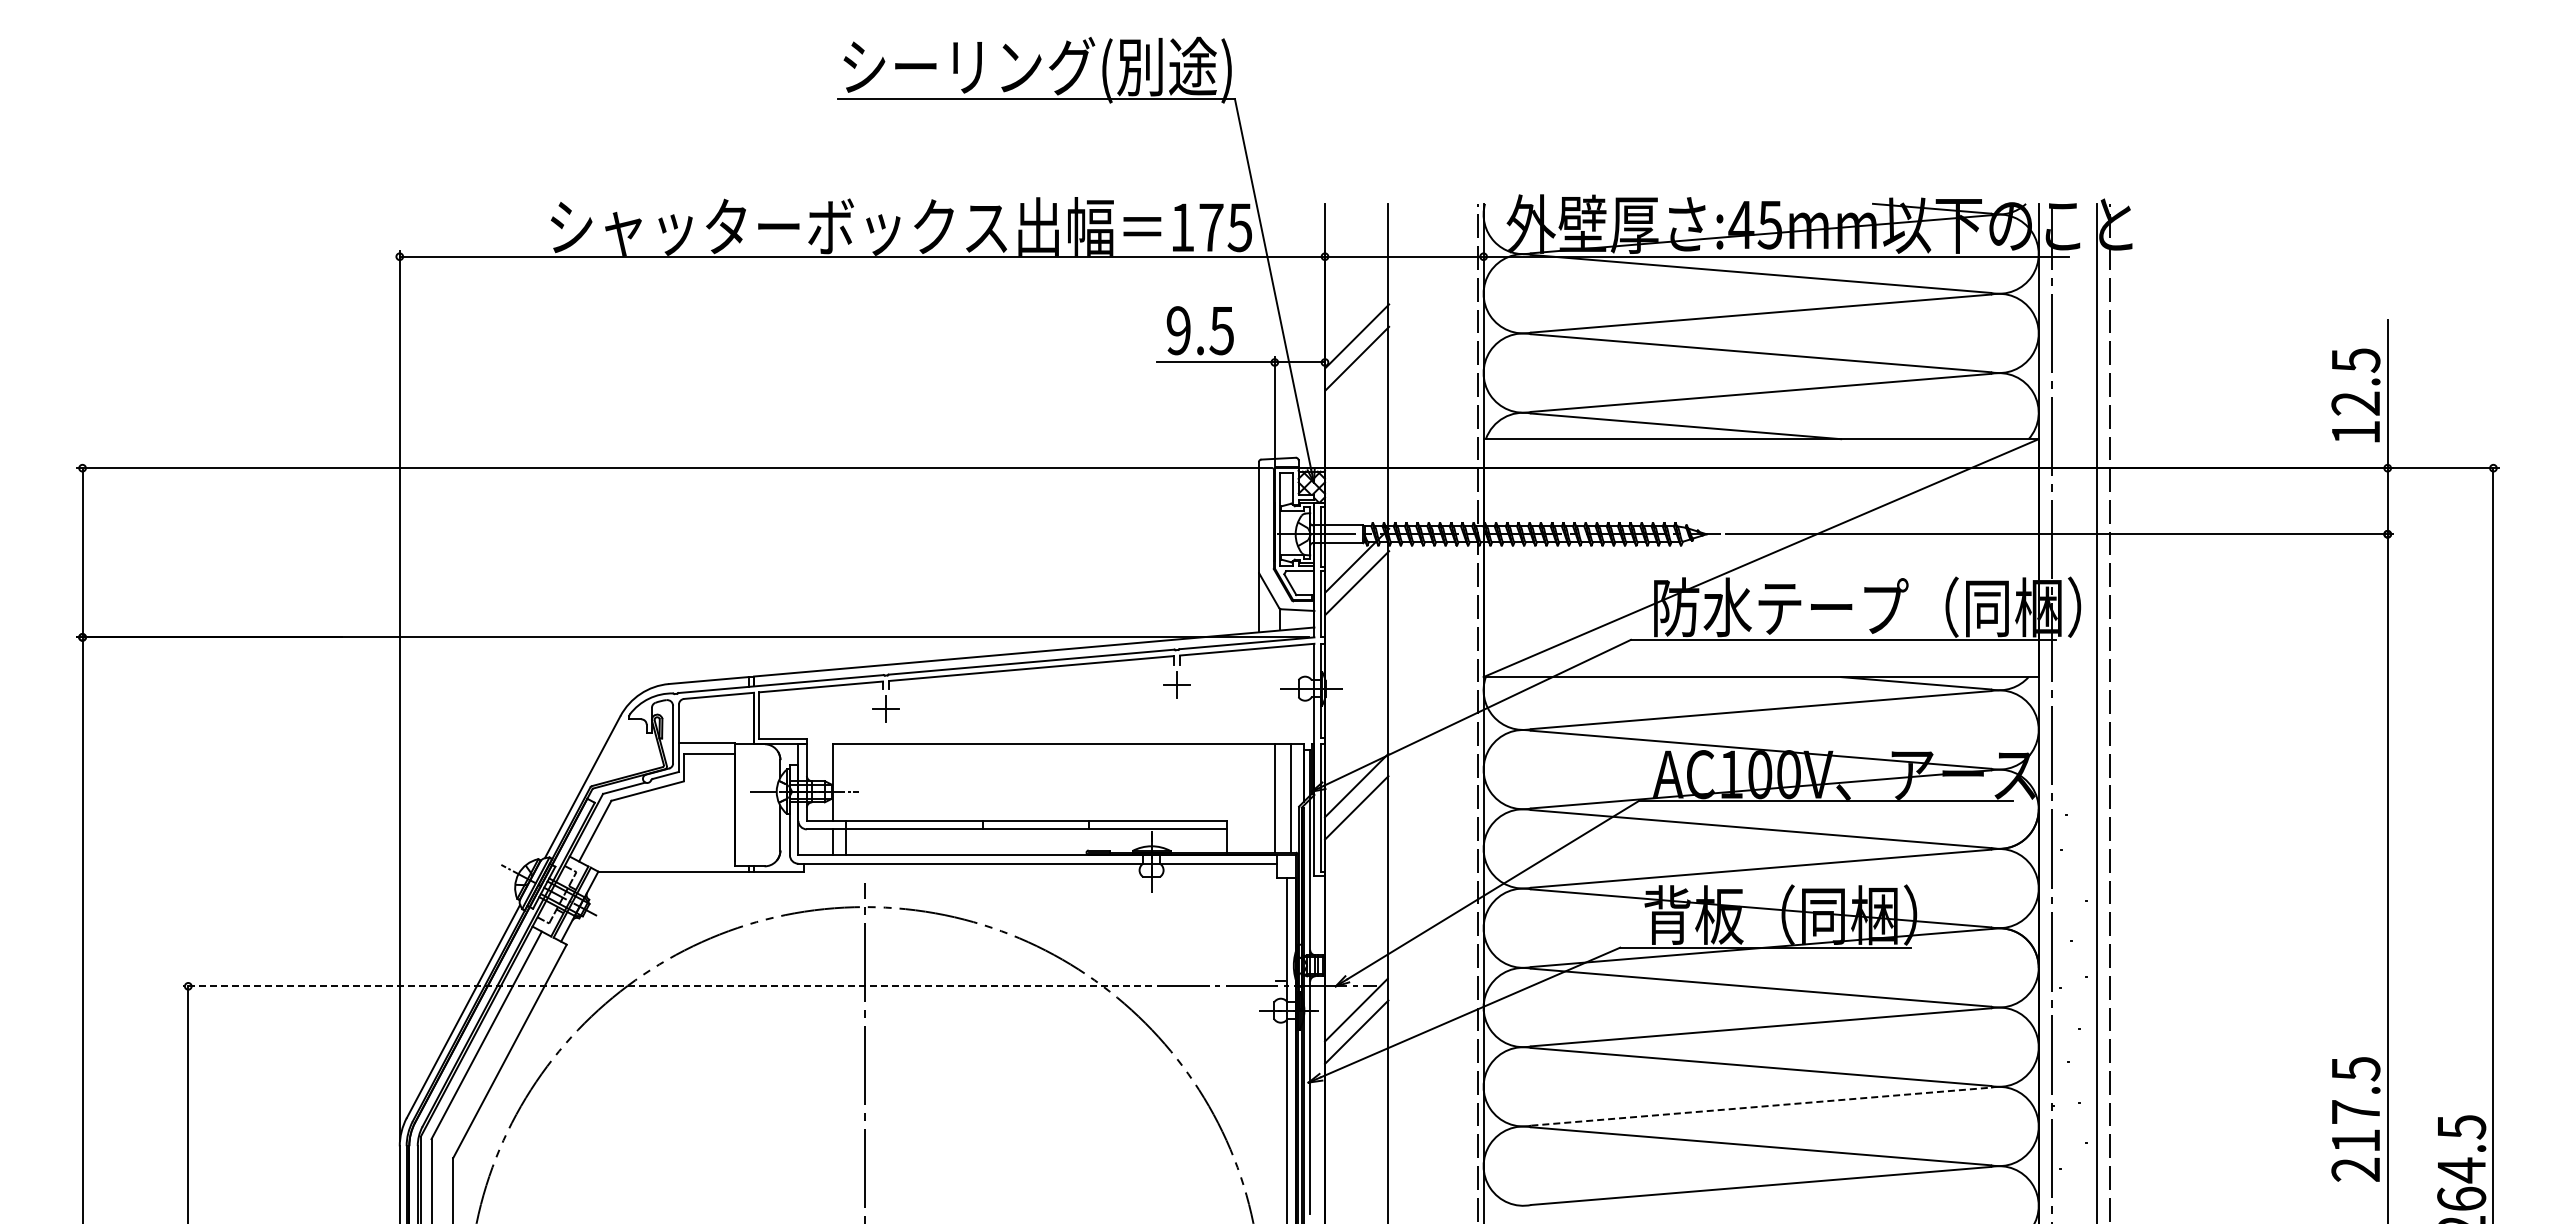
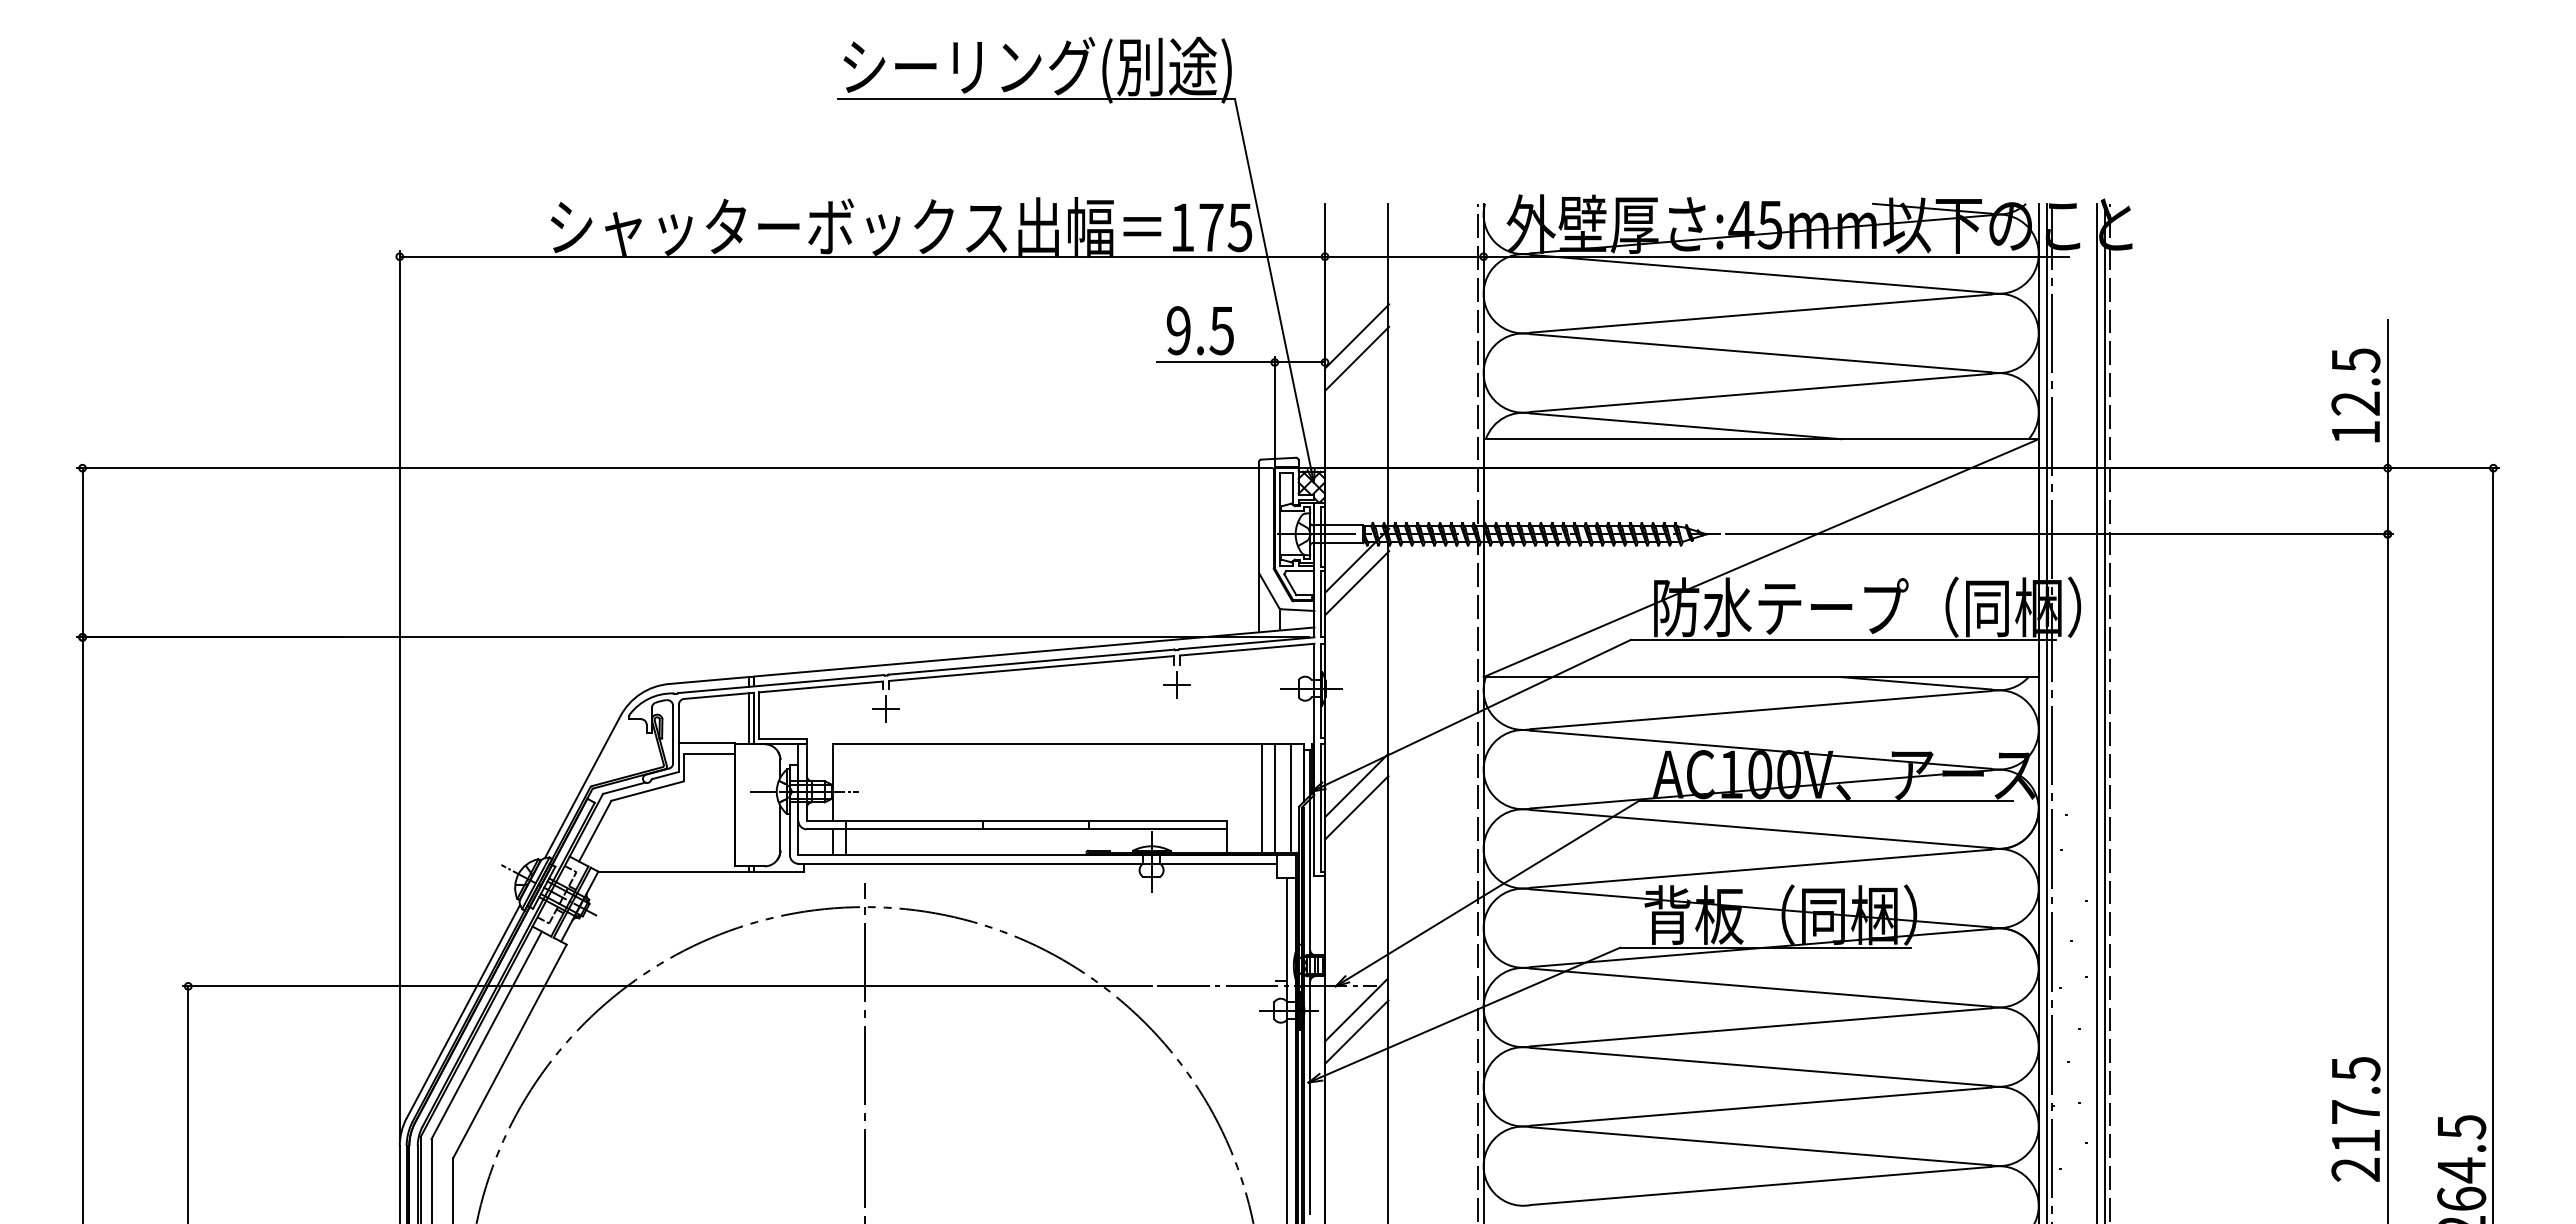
line at (2046, 711): none -> present
line at (2104, 711): none -> present
line at (748, 718): none -> present
line at (1261, 798): none -> present
line at (666, 986): dashed -> solid
line at (1761, 1106): dashed -> solid
